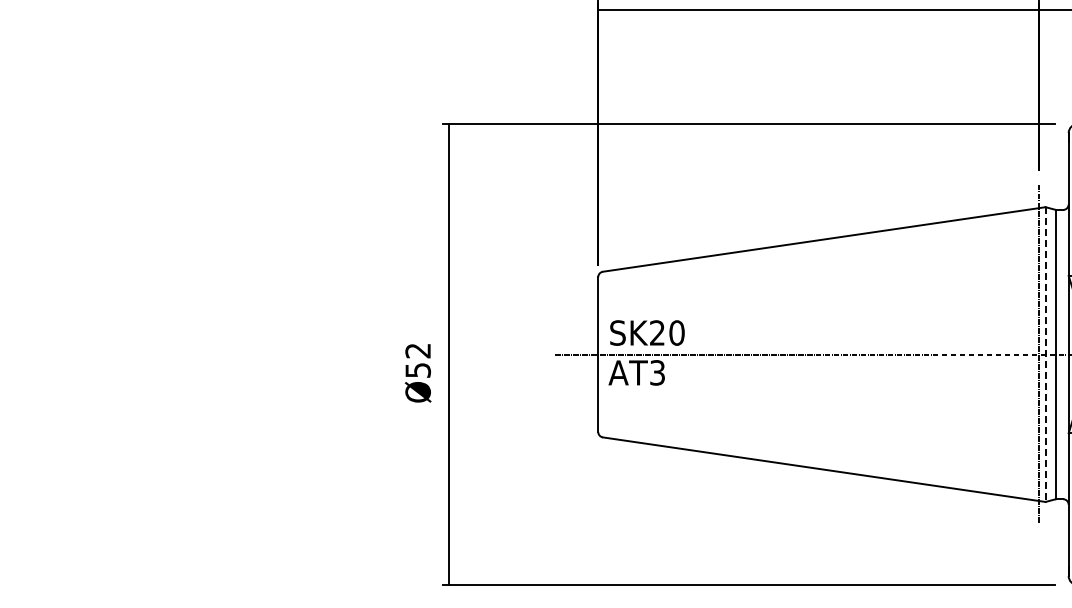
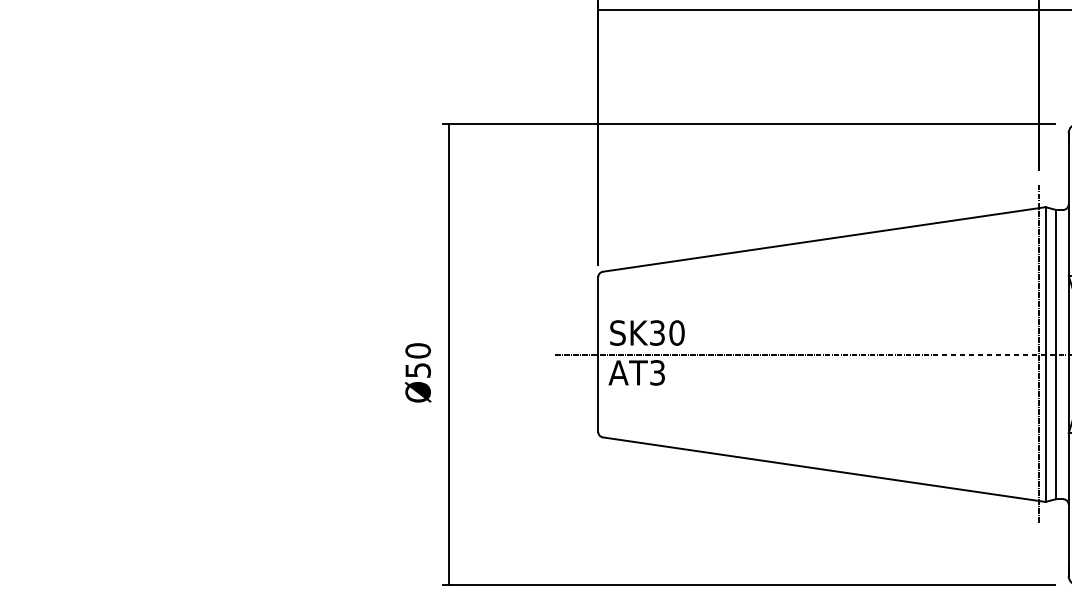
text at (657, 332): SK20 -> SK30
text at (417, 350): Ø52 -> Ø50
line at (1045, 355): dashed -> solid
